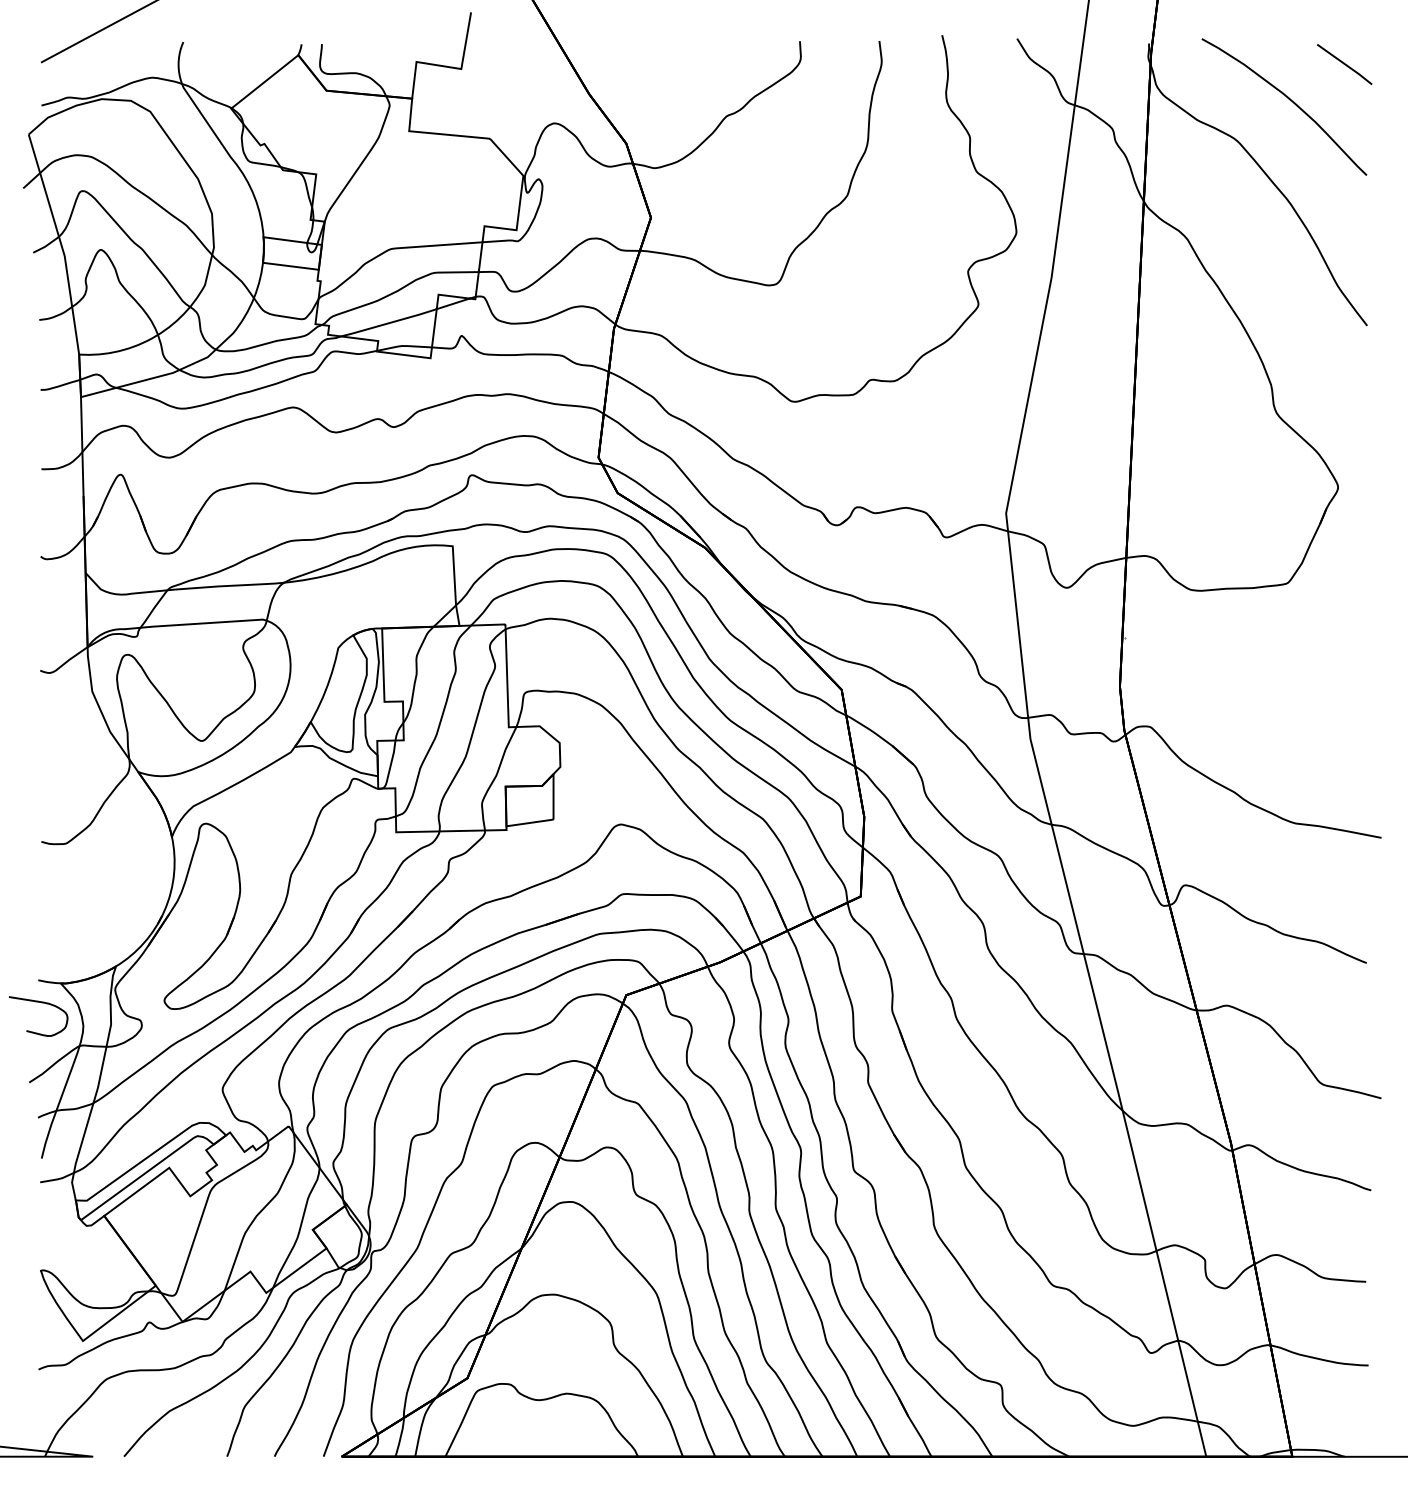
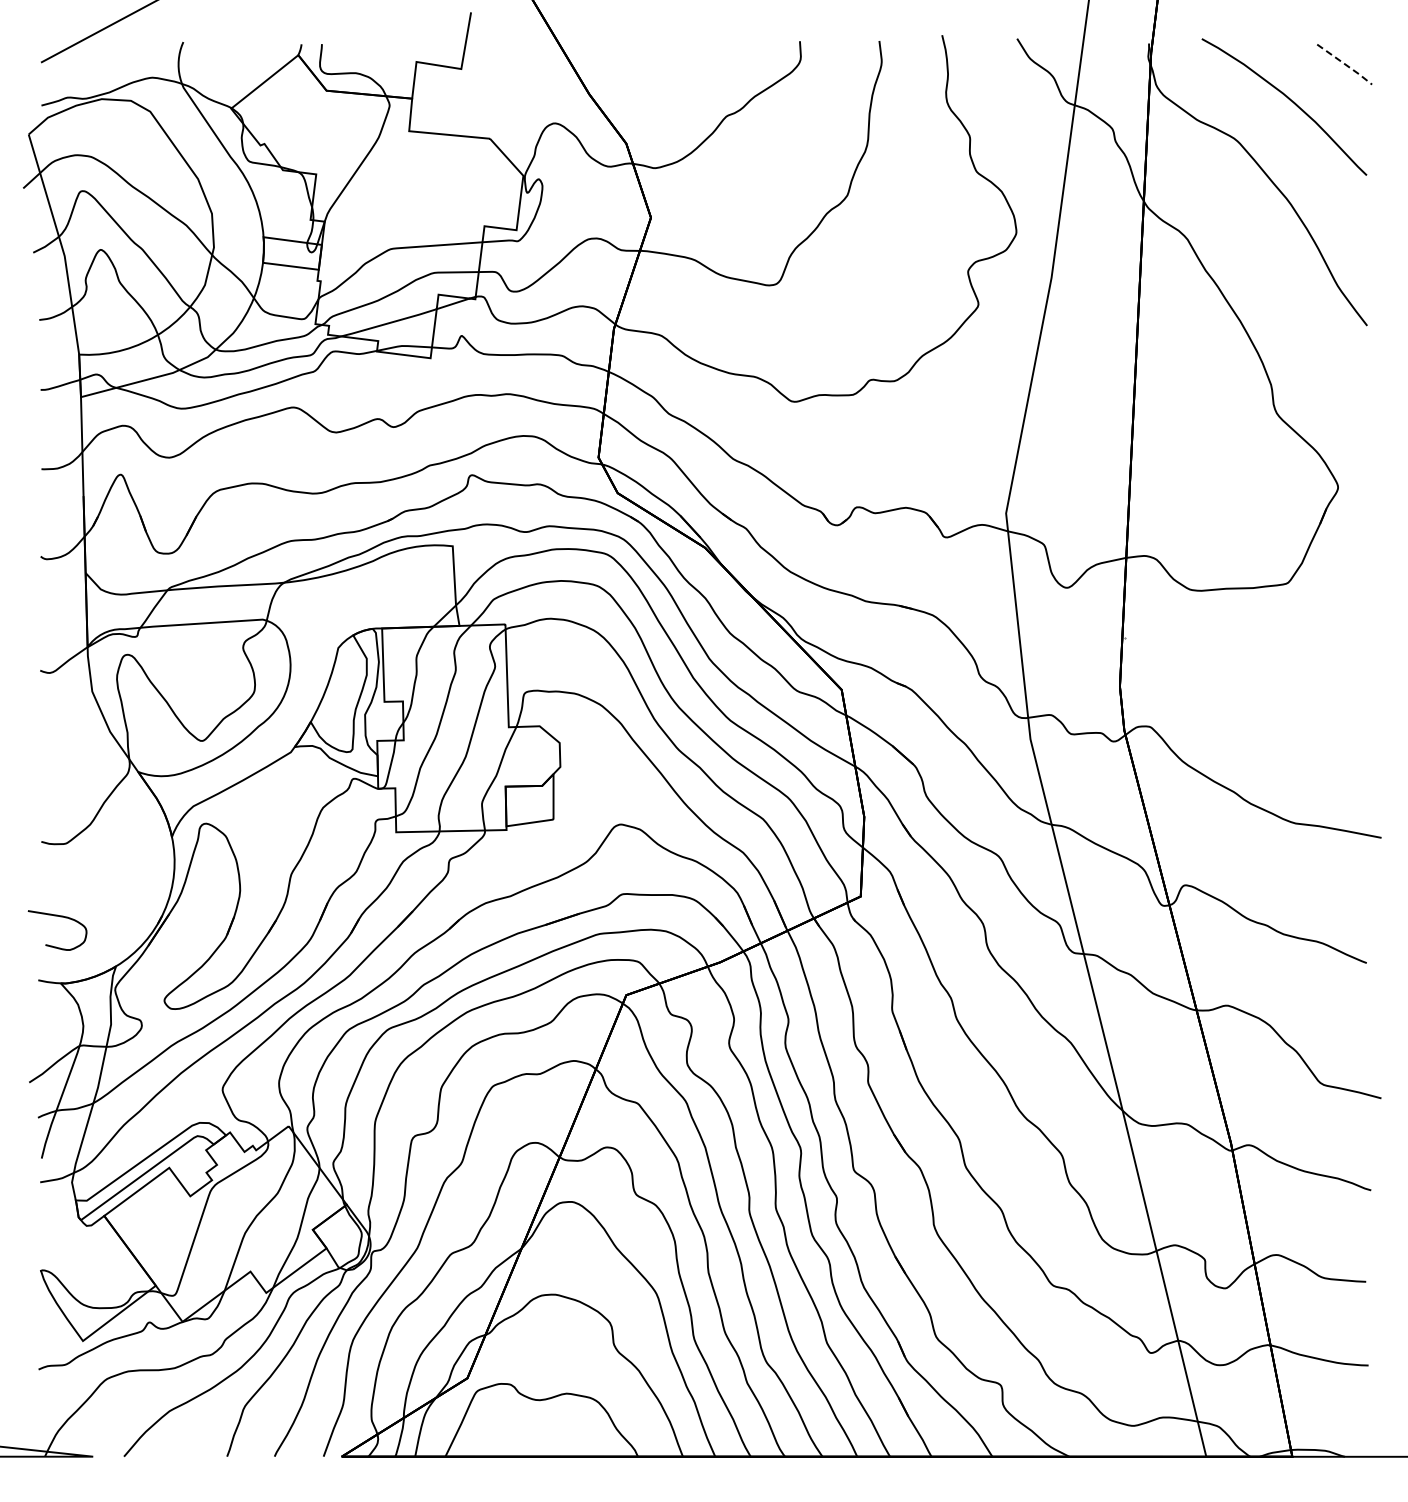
line at (1345, 64): solid -> dashed
curve at (41, 1003) position: (41, 1003) -> (60, 917)
